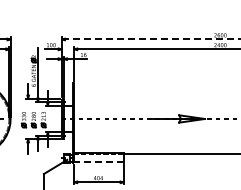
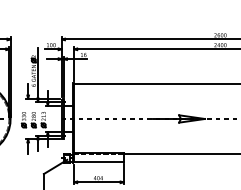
line at (151, 39): dashed -> solid
line at (155, 83): none -> present
line at (98, 162): dashed -> solid
